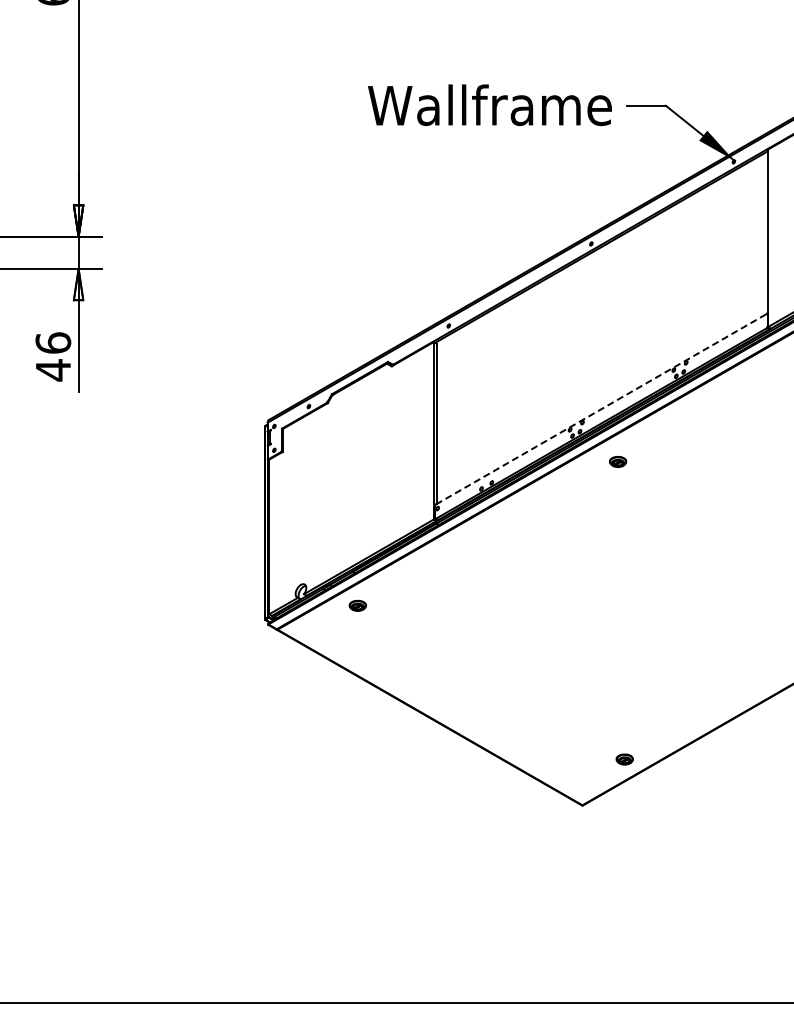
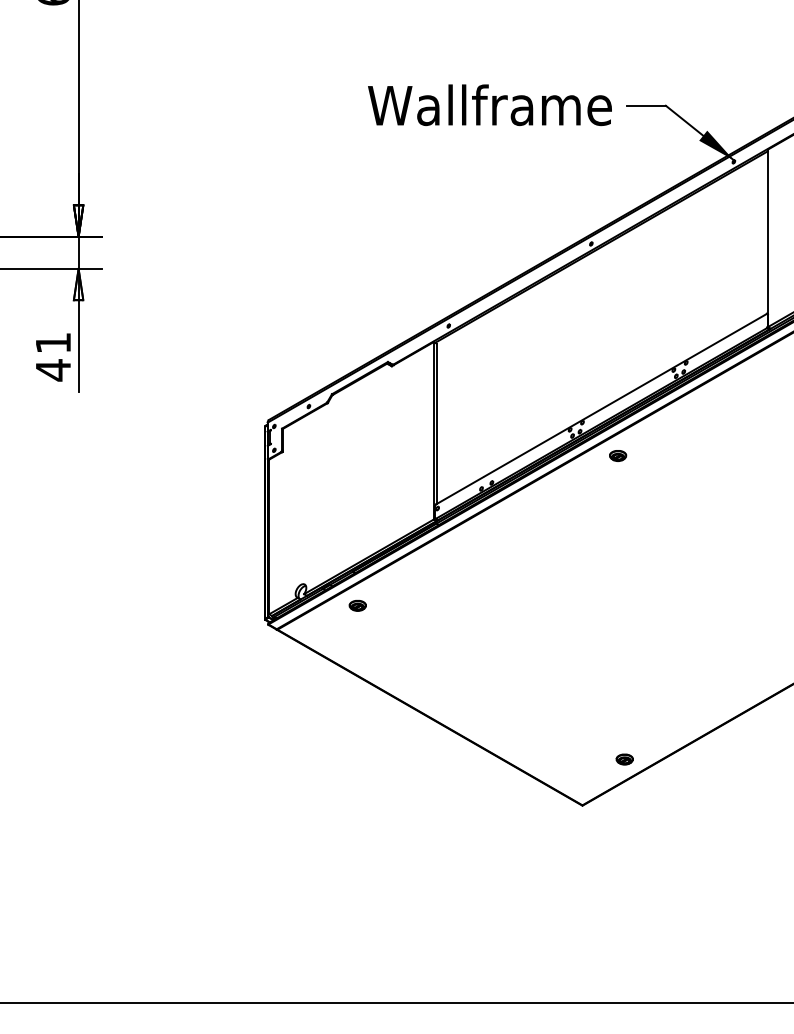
text at (53, 342): 46 -> 41
line at (601, 409): dashed -> solid
part at (618, 461) position: (618, 461) -> (618, 455)
